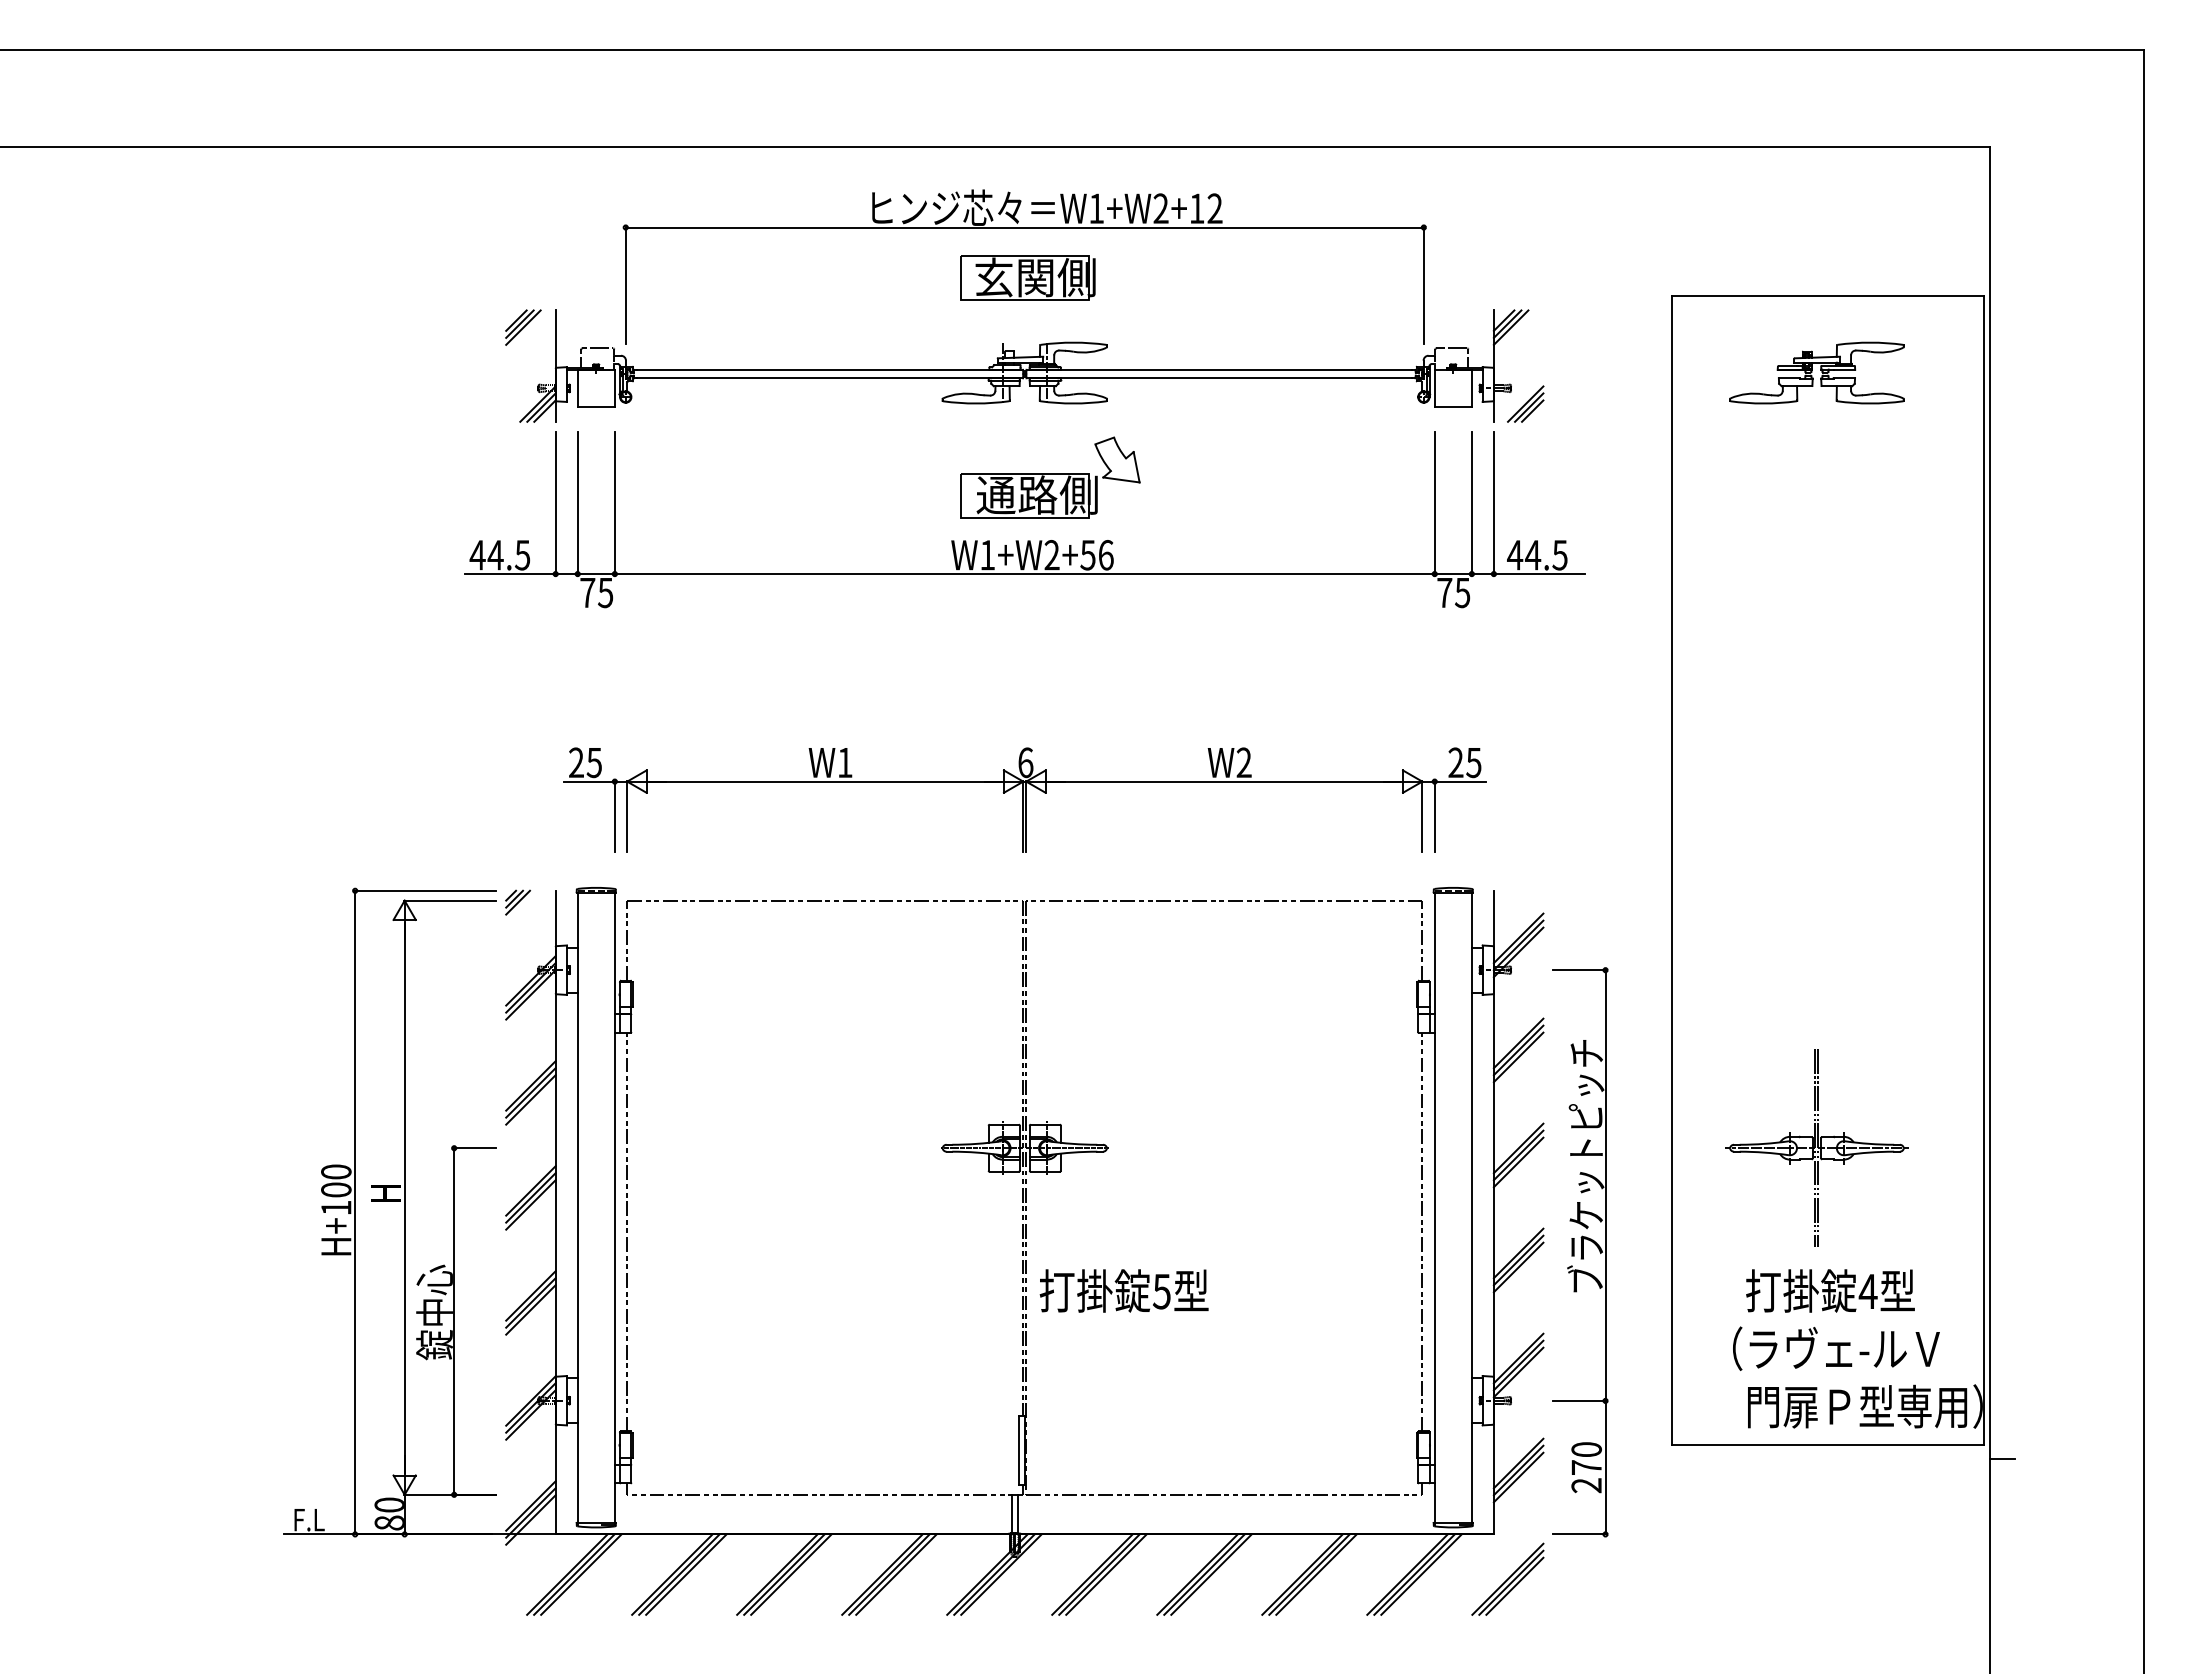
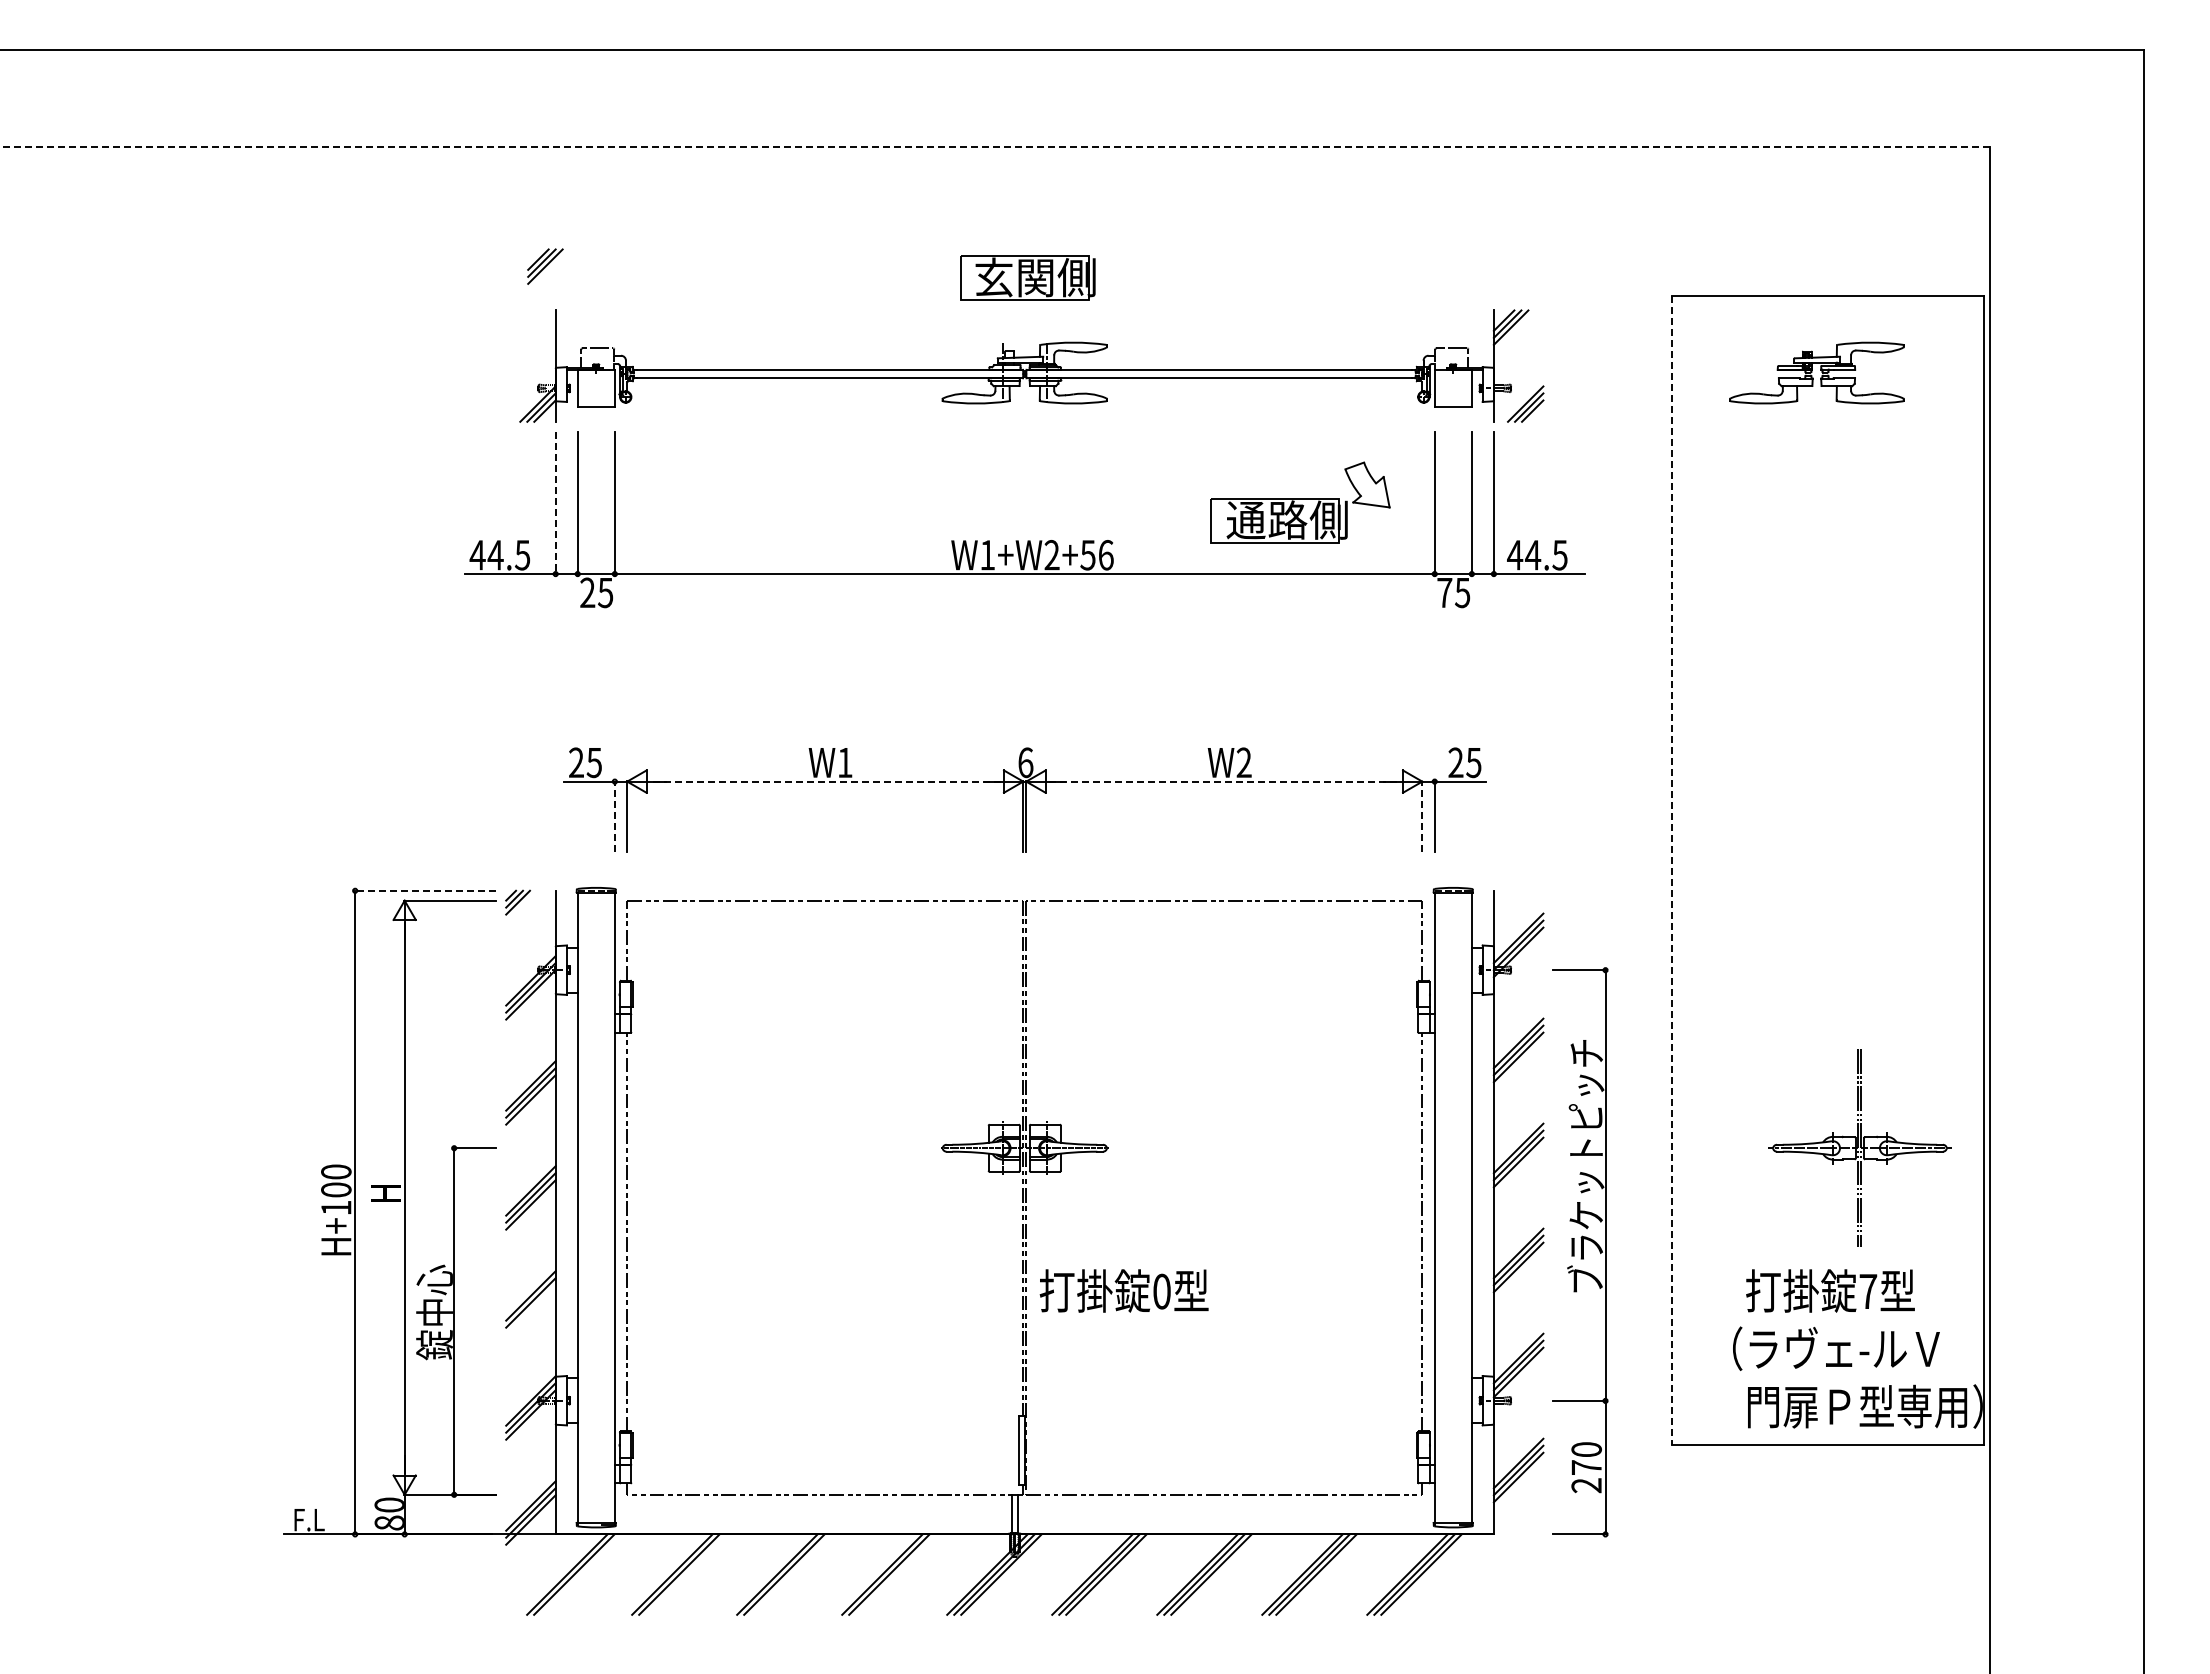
line at (995, 146): solid -> dashed
part at (1024, 228): present -> none
part at (523, 327) position: (523, 327) -> (545, 266)
part at (1050, 477) position: (1050, 477) -> (1300, 502)
line at (555, 503): solid -> dashed
text at (587, 592): 75 -> 25
line at (825, 781): solid -> dashed
line at (1224, 781): solid -> dashed
line at (614, 816): solid -> dashed
line at (1422, 816): solid -> dashed
line at (1671, 870): solid -> dashed
line at (425, 890): solid -> dashed
part at (1816, 1147) position: (1816, 1147) -> (1859, 1147)
text at (1161, 1291): 5 -> 0
text at (1867, 1291): 4 -> 7
line at (530, 1309): present -> none
line at (2002, 1458): present -> none
line at (581, 1574): present -> none
line at (686, 1574): present -> none
line at (791, 1574): present -> none
line at (896, 1574): present -> none
part at (1507, 1578): present -> none
